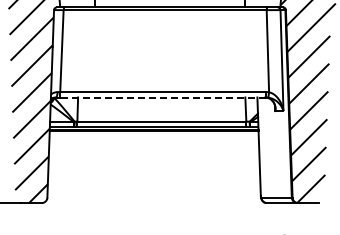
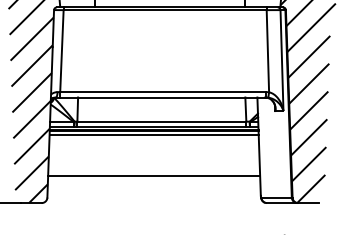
line at (162, 97): dashed -> solid
line at (153, 135): none -> present
line at (154, 176): none -> present
